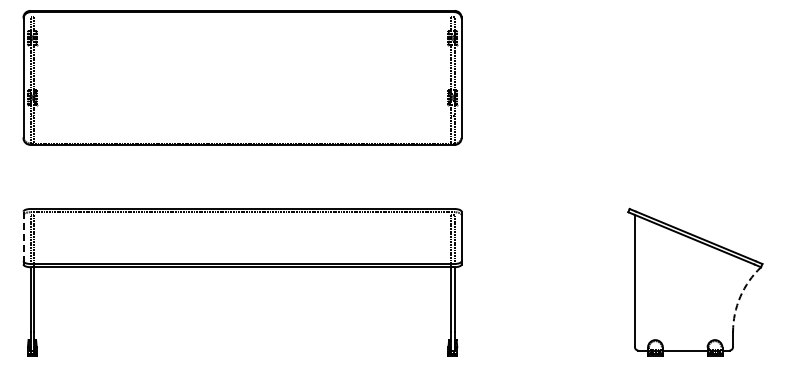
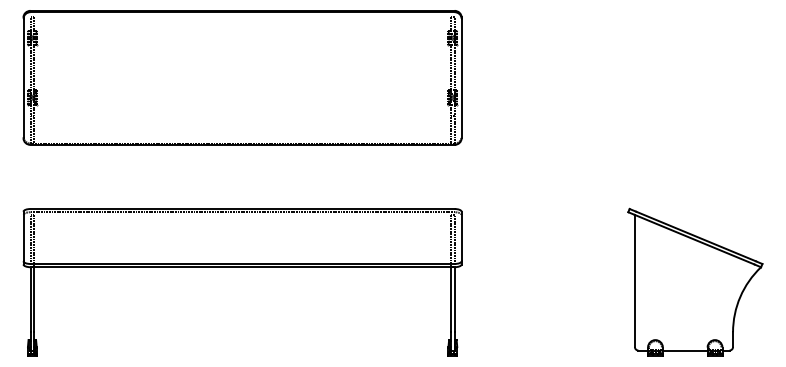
line at (23, 236): dashed -> solid
arc at (740, 296): dashed -> solid
